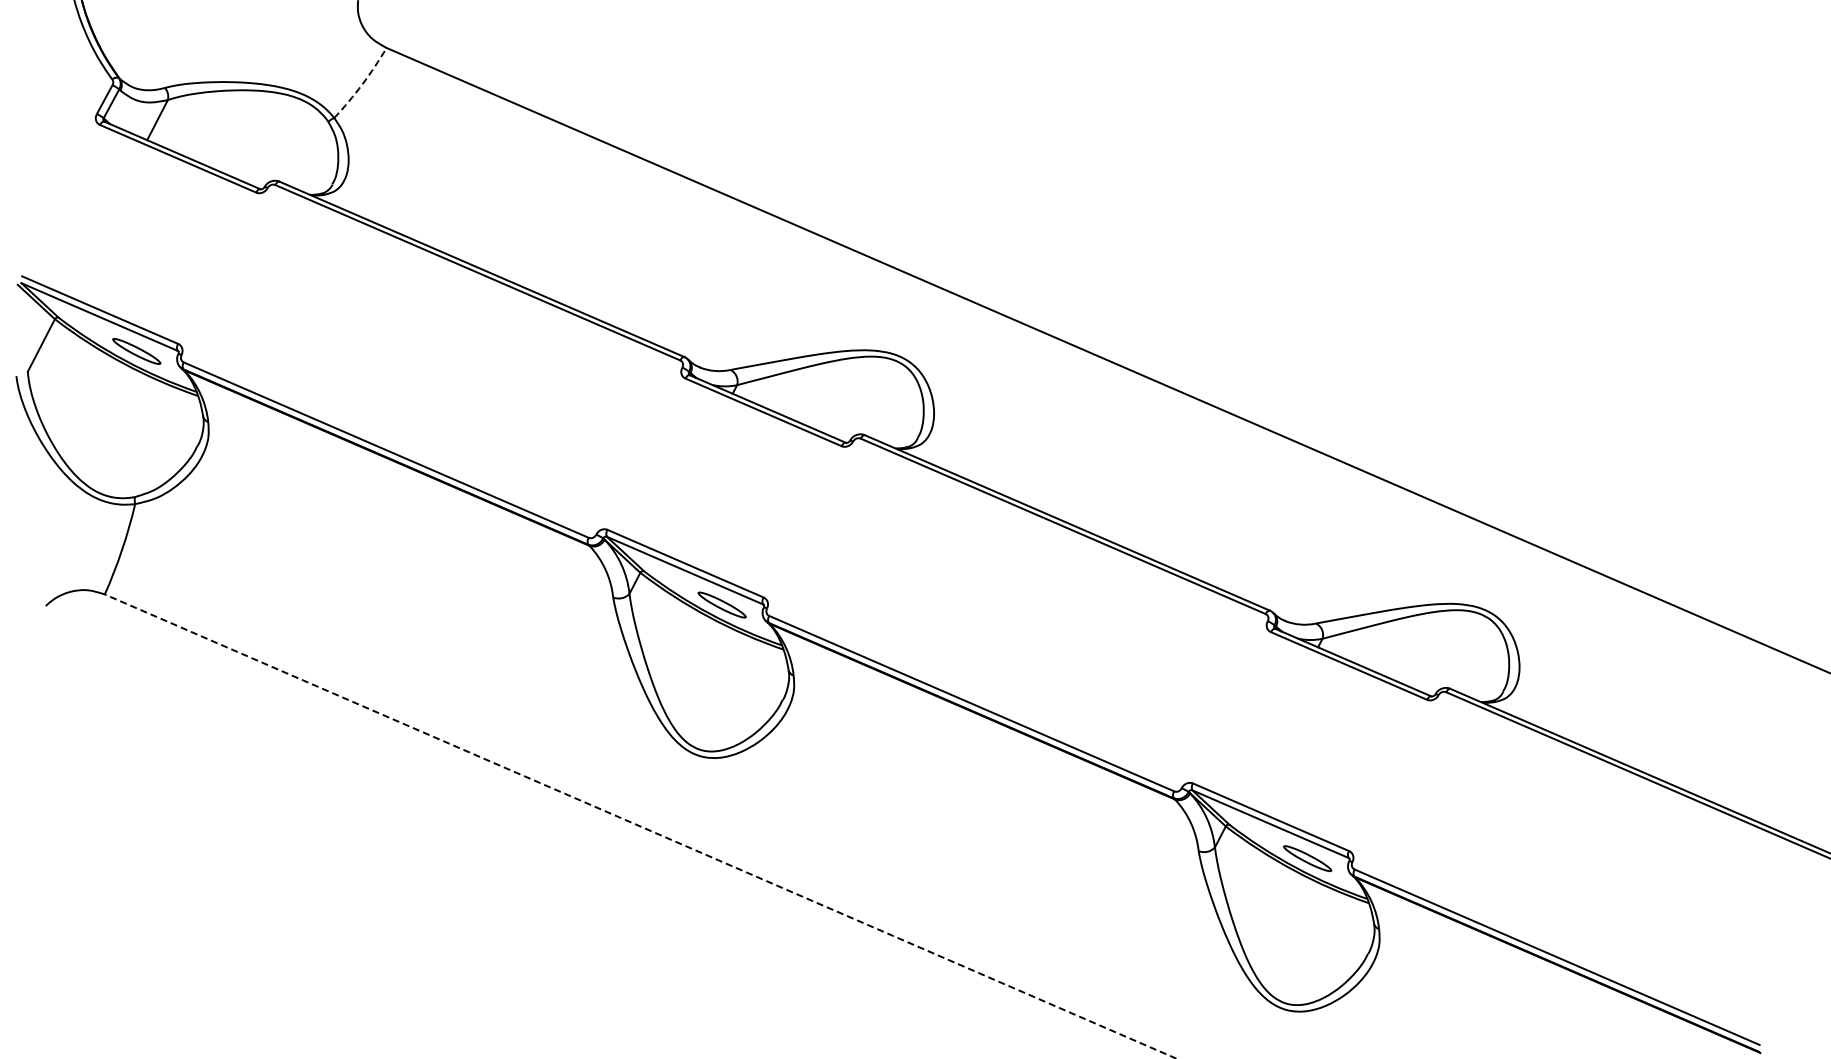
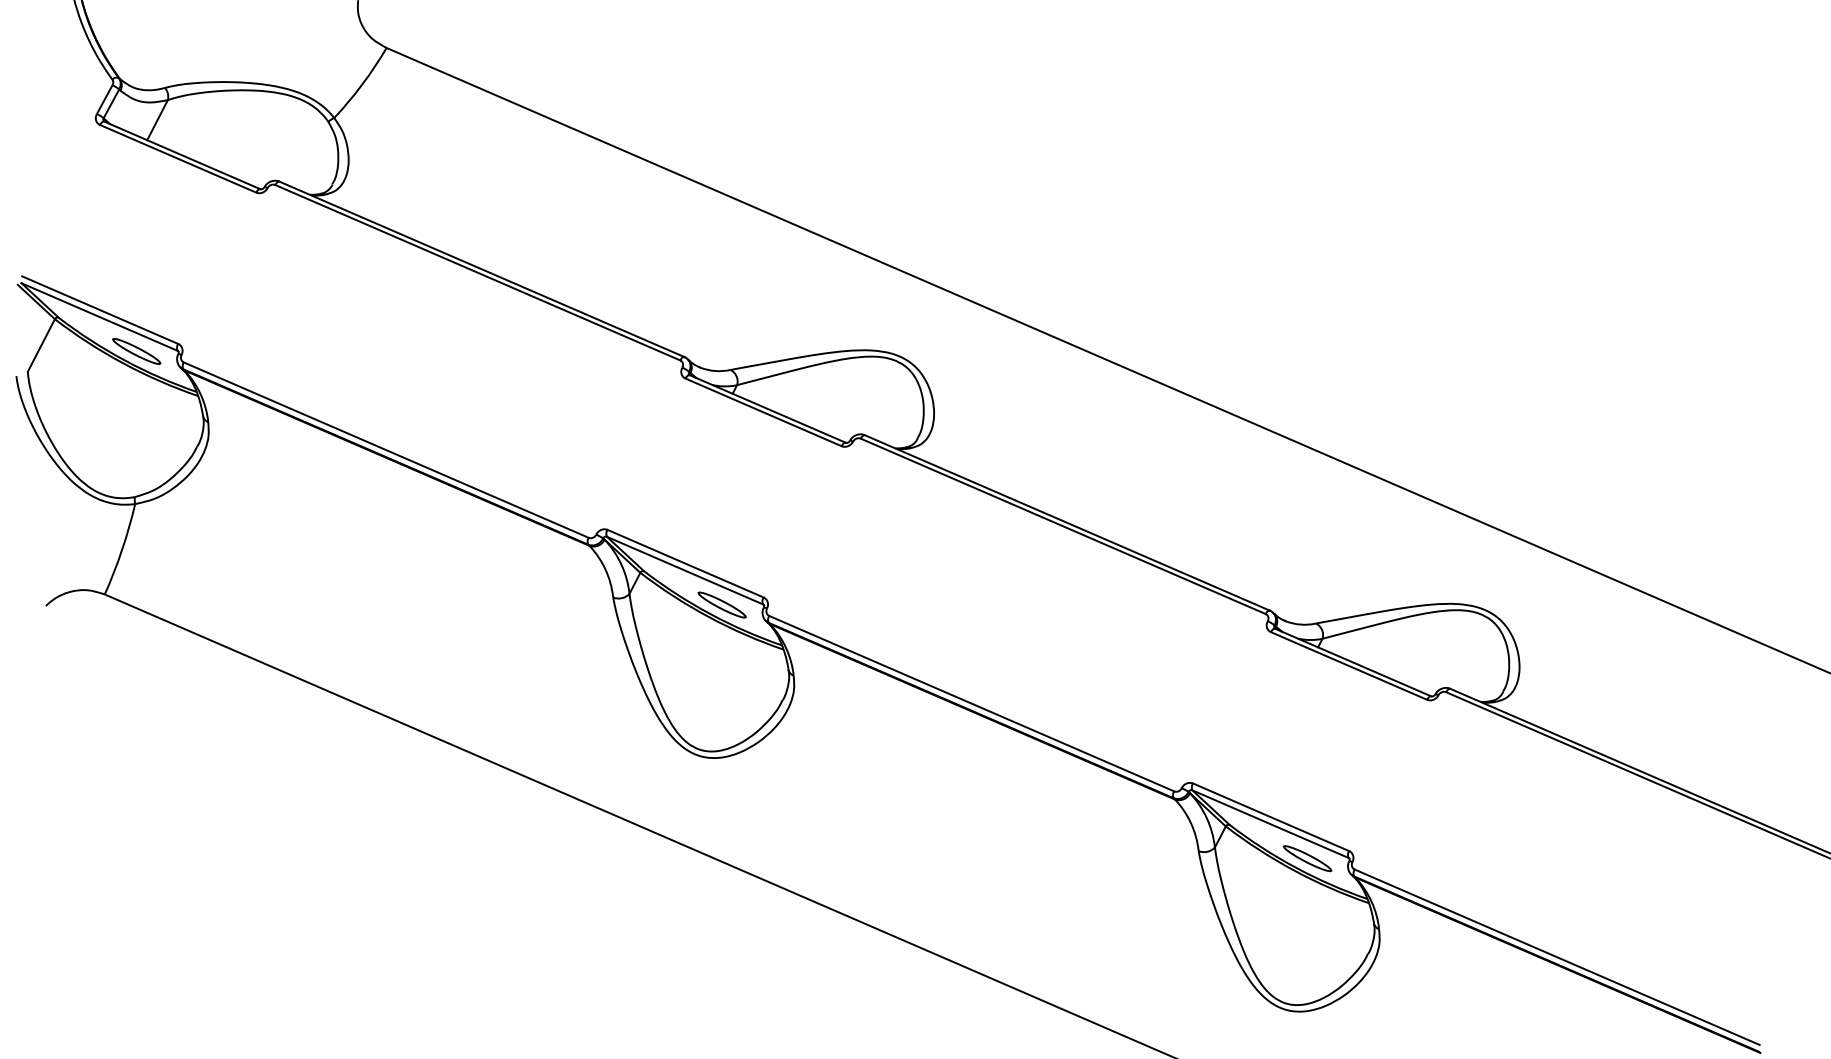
arc at (362, 84): dashed -> solid
line at (640, 826): dashed -> solid
